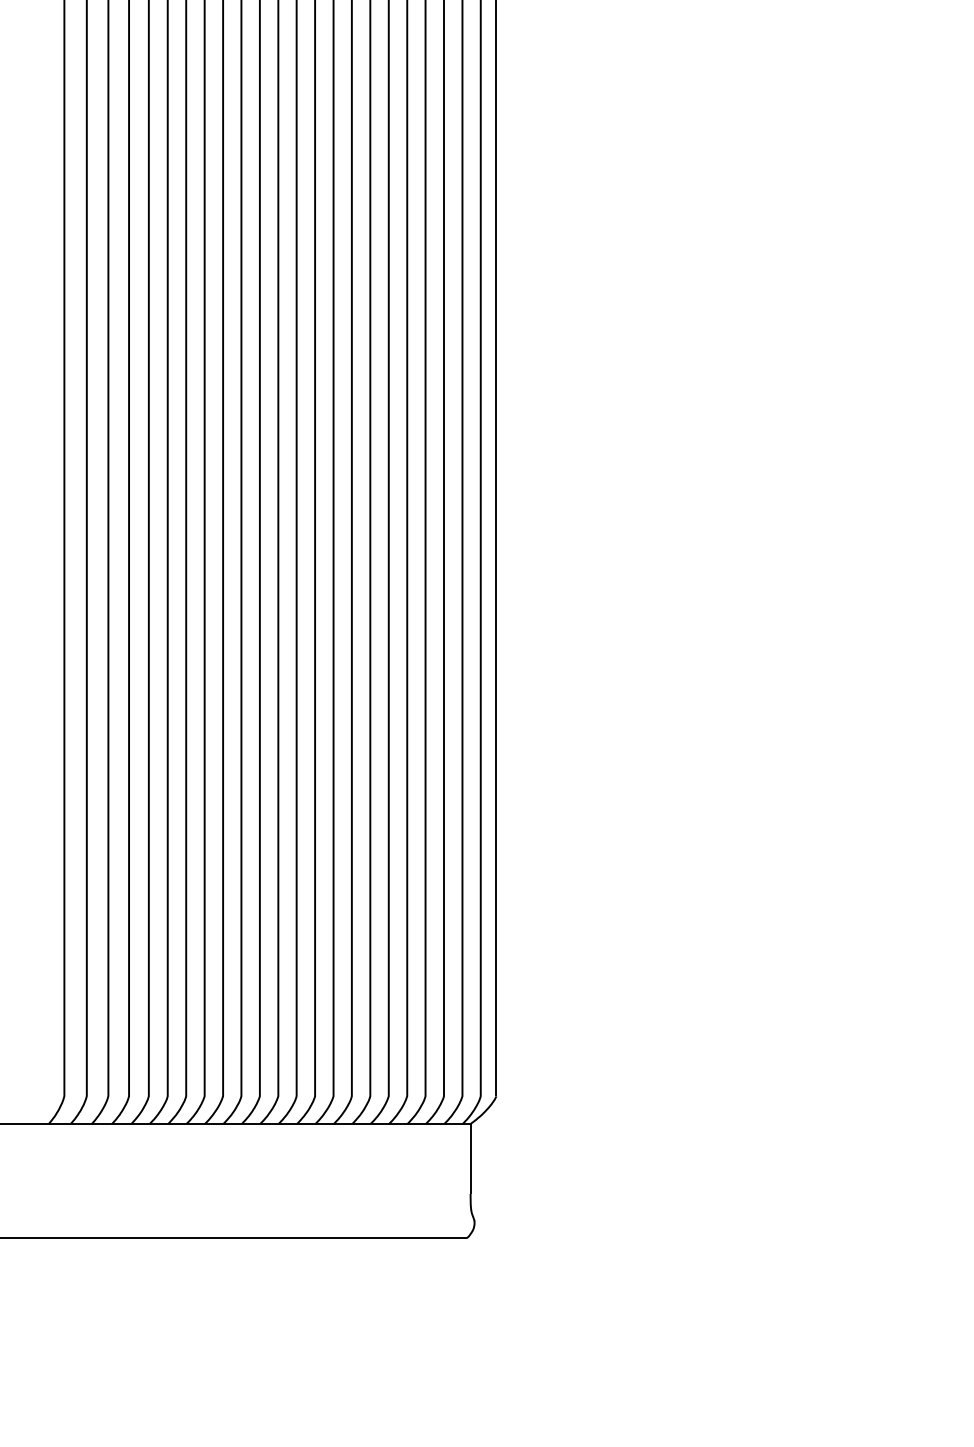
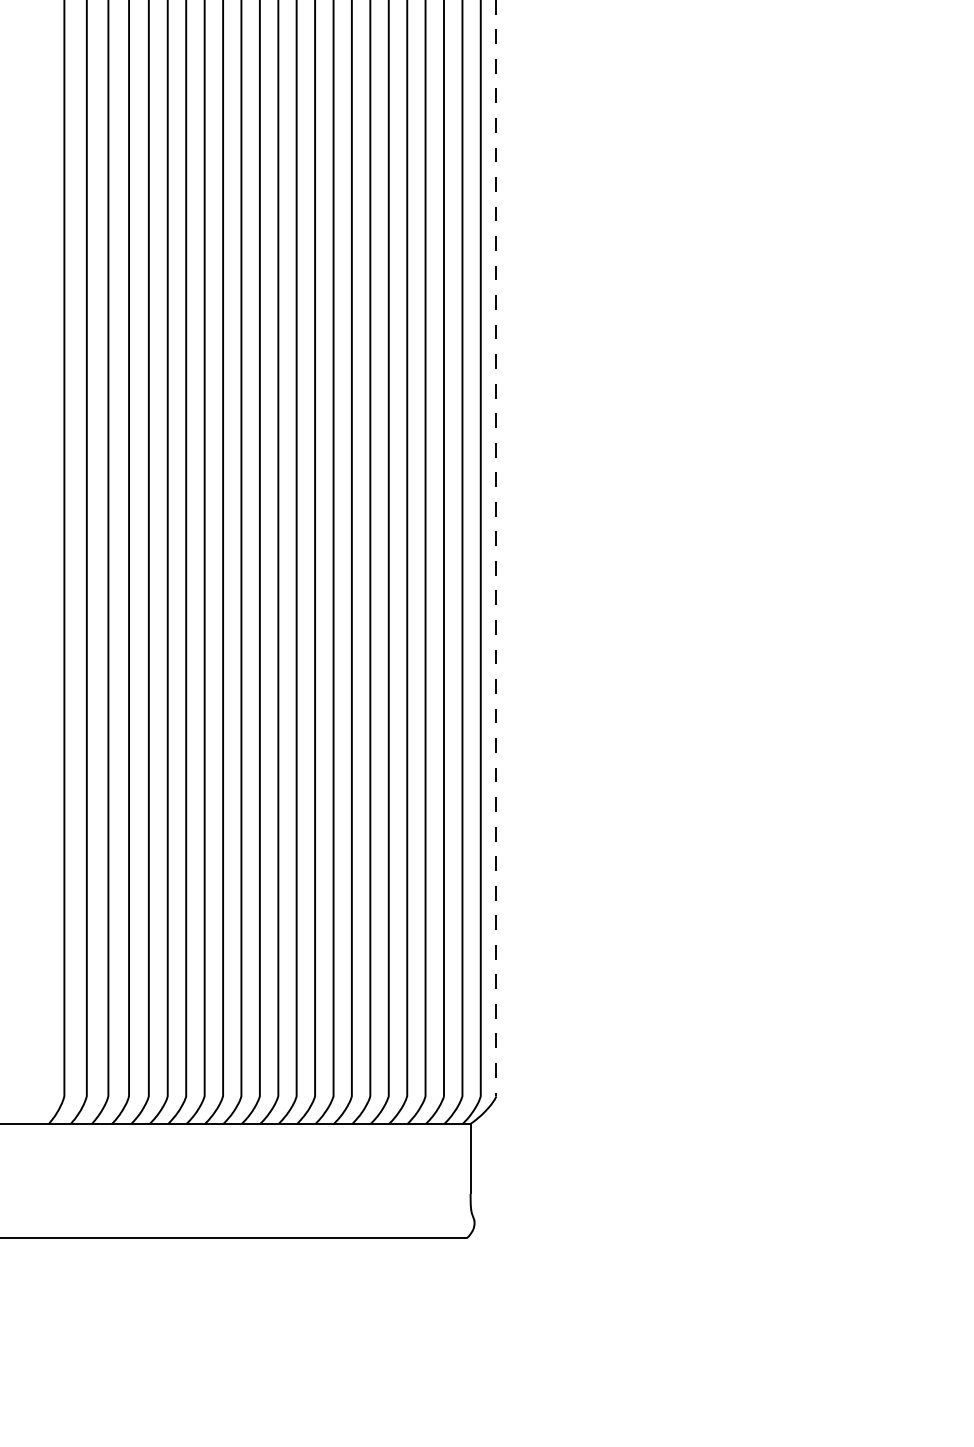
line at (496, 548): solid -> dashed
